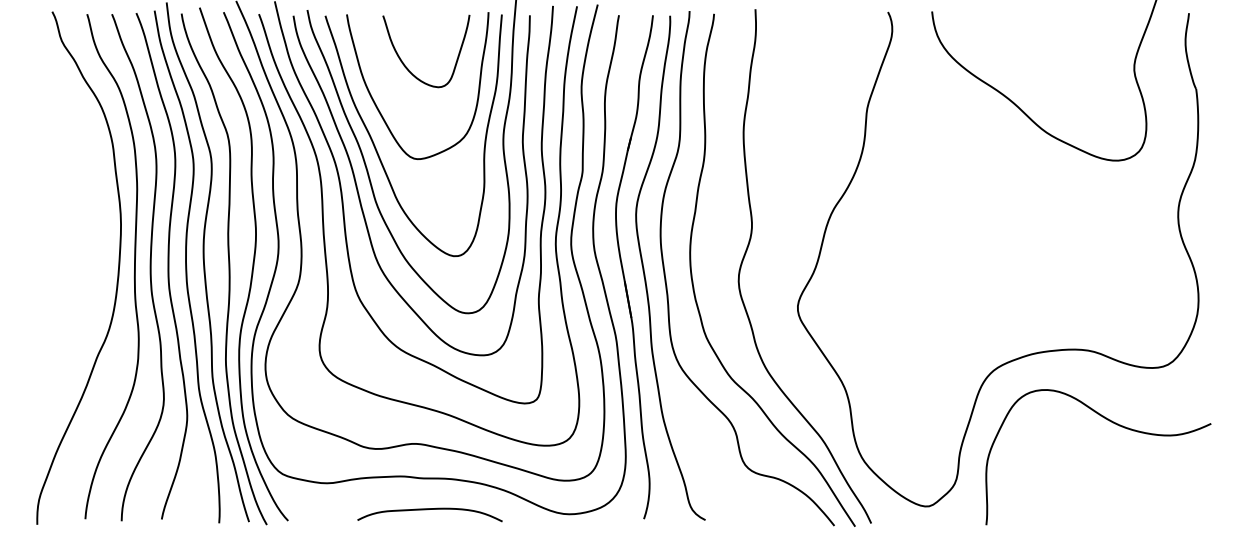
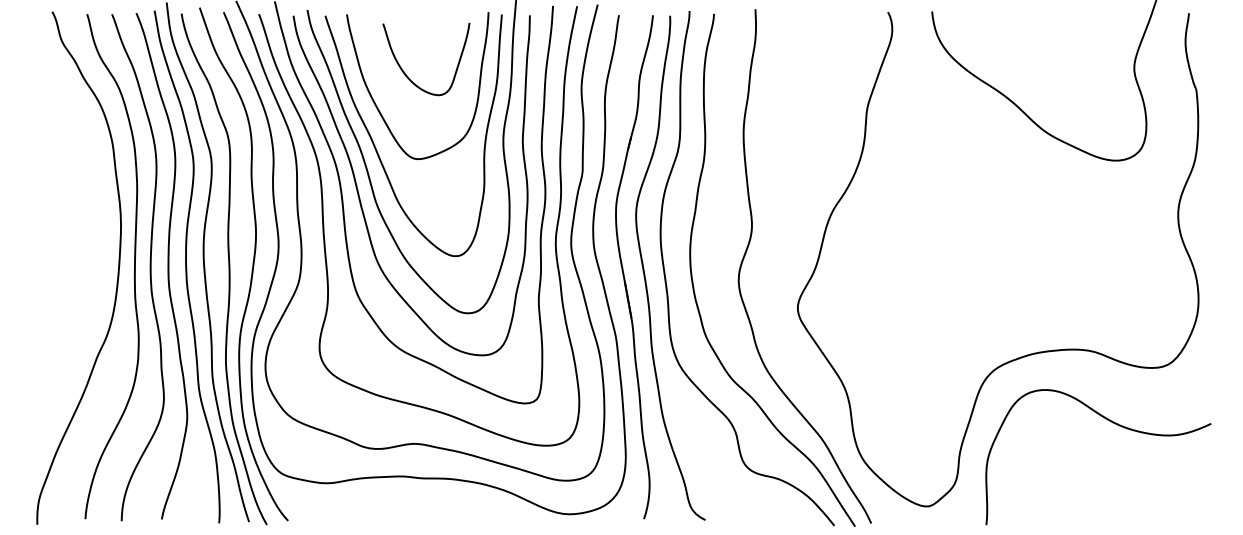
curve at (408, 68) position: (408, 68) -> (408, 76)
curve at (427, 510): present -> none
